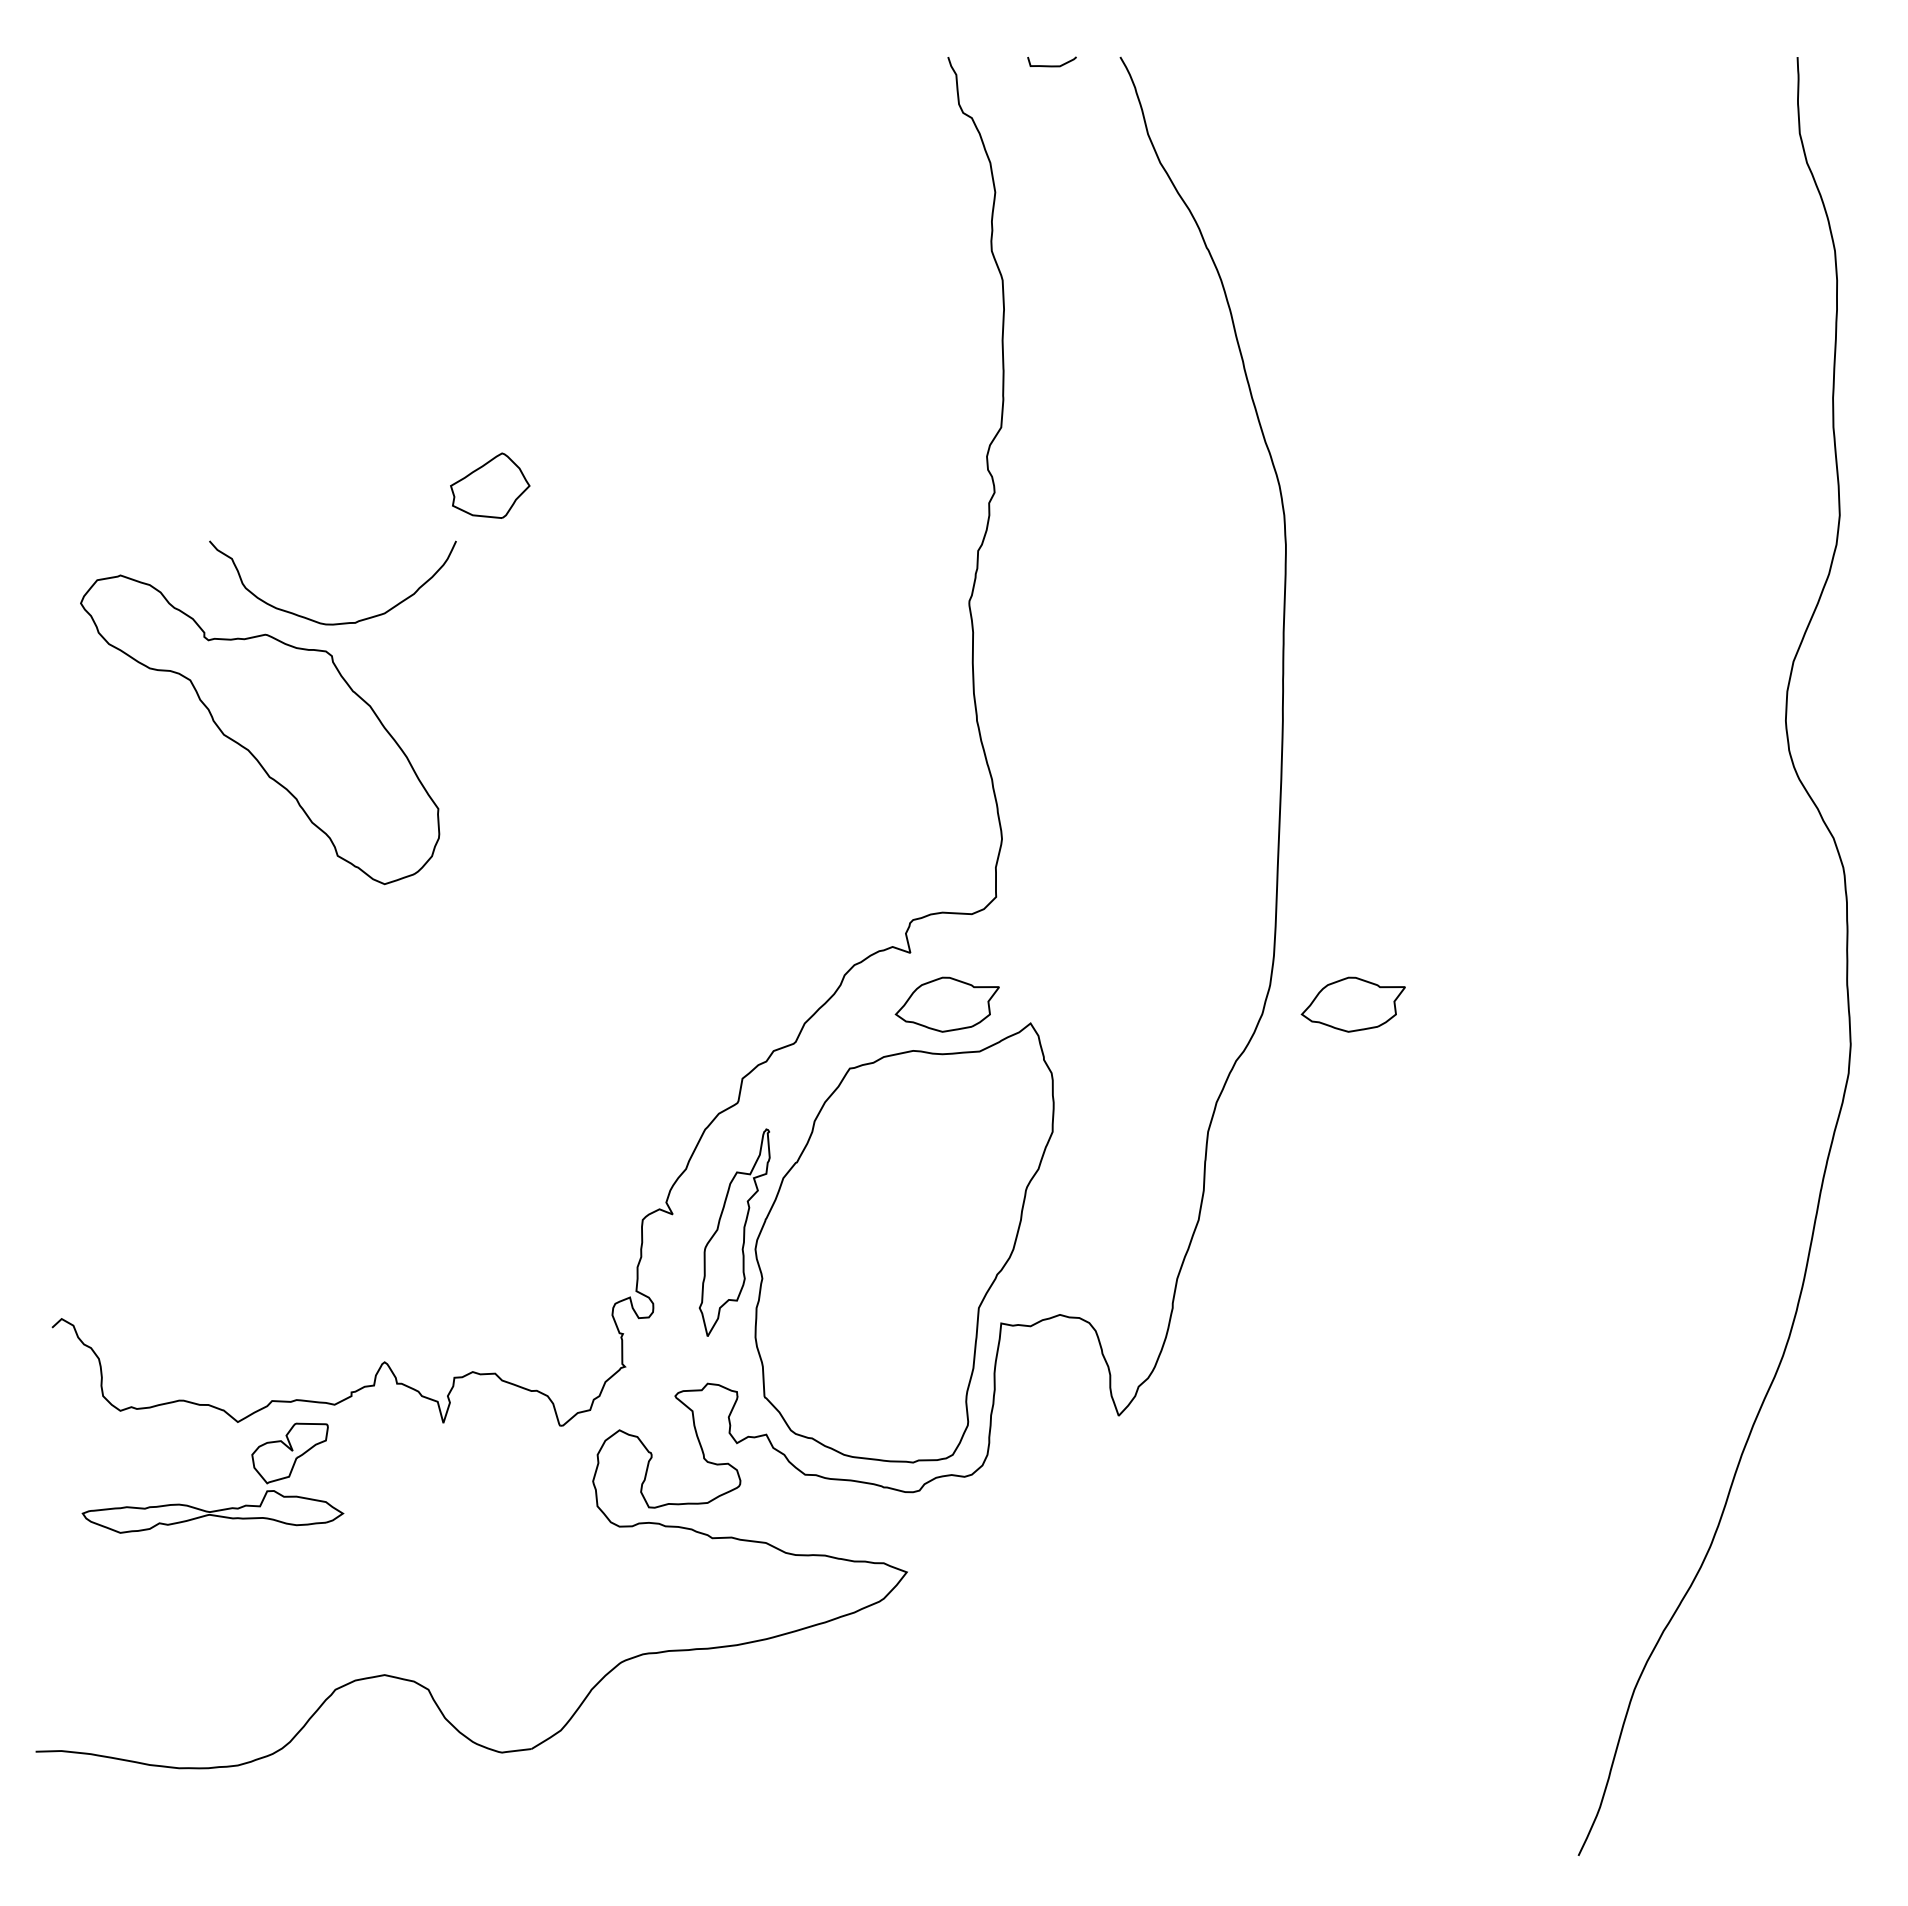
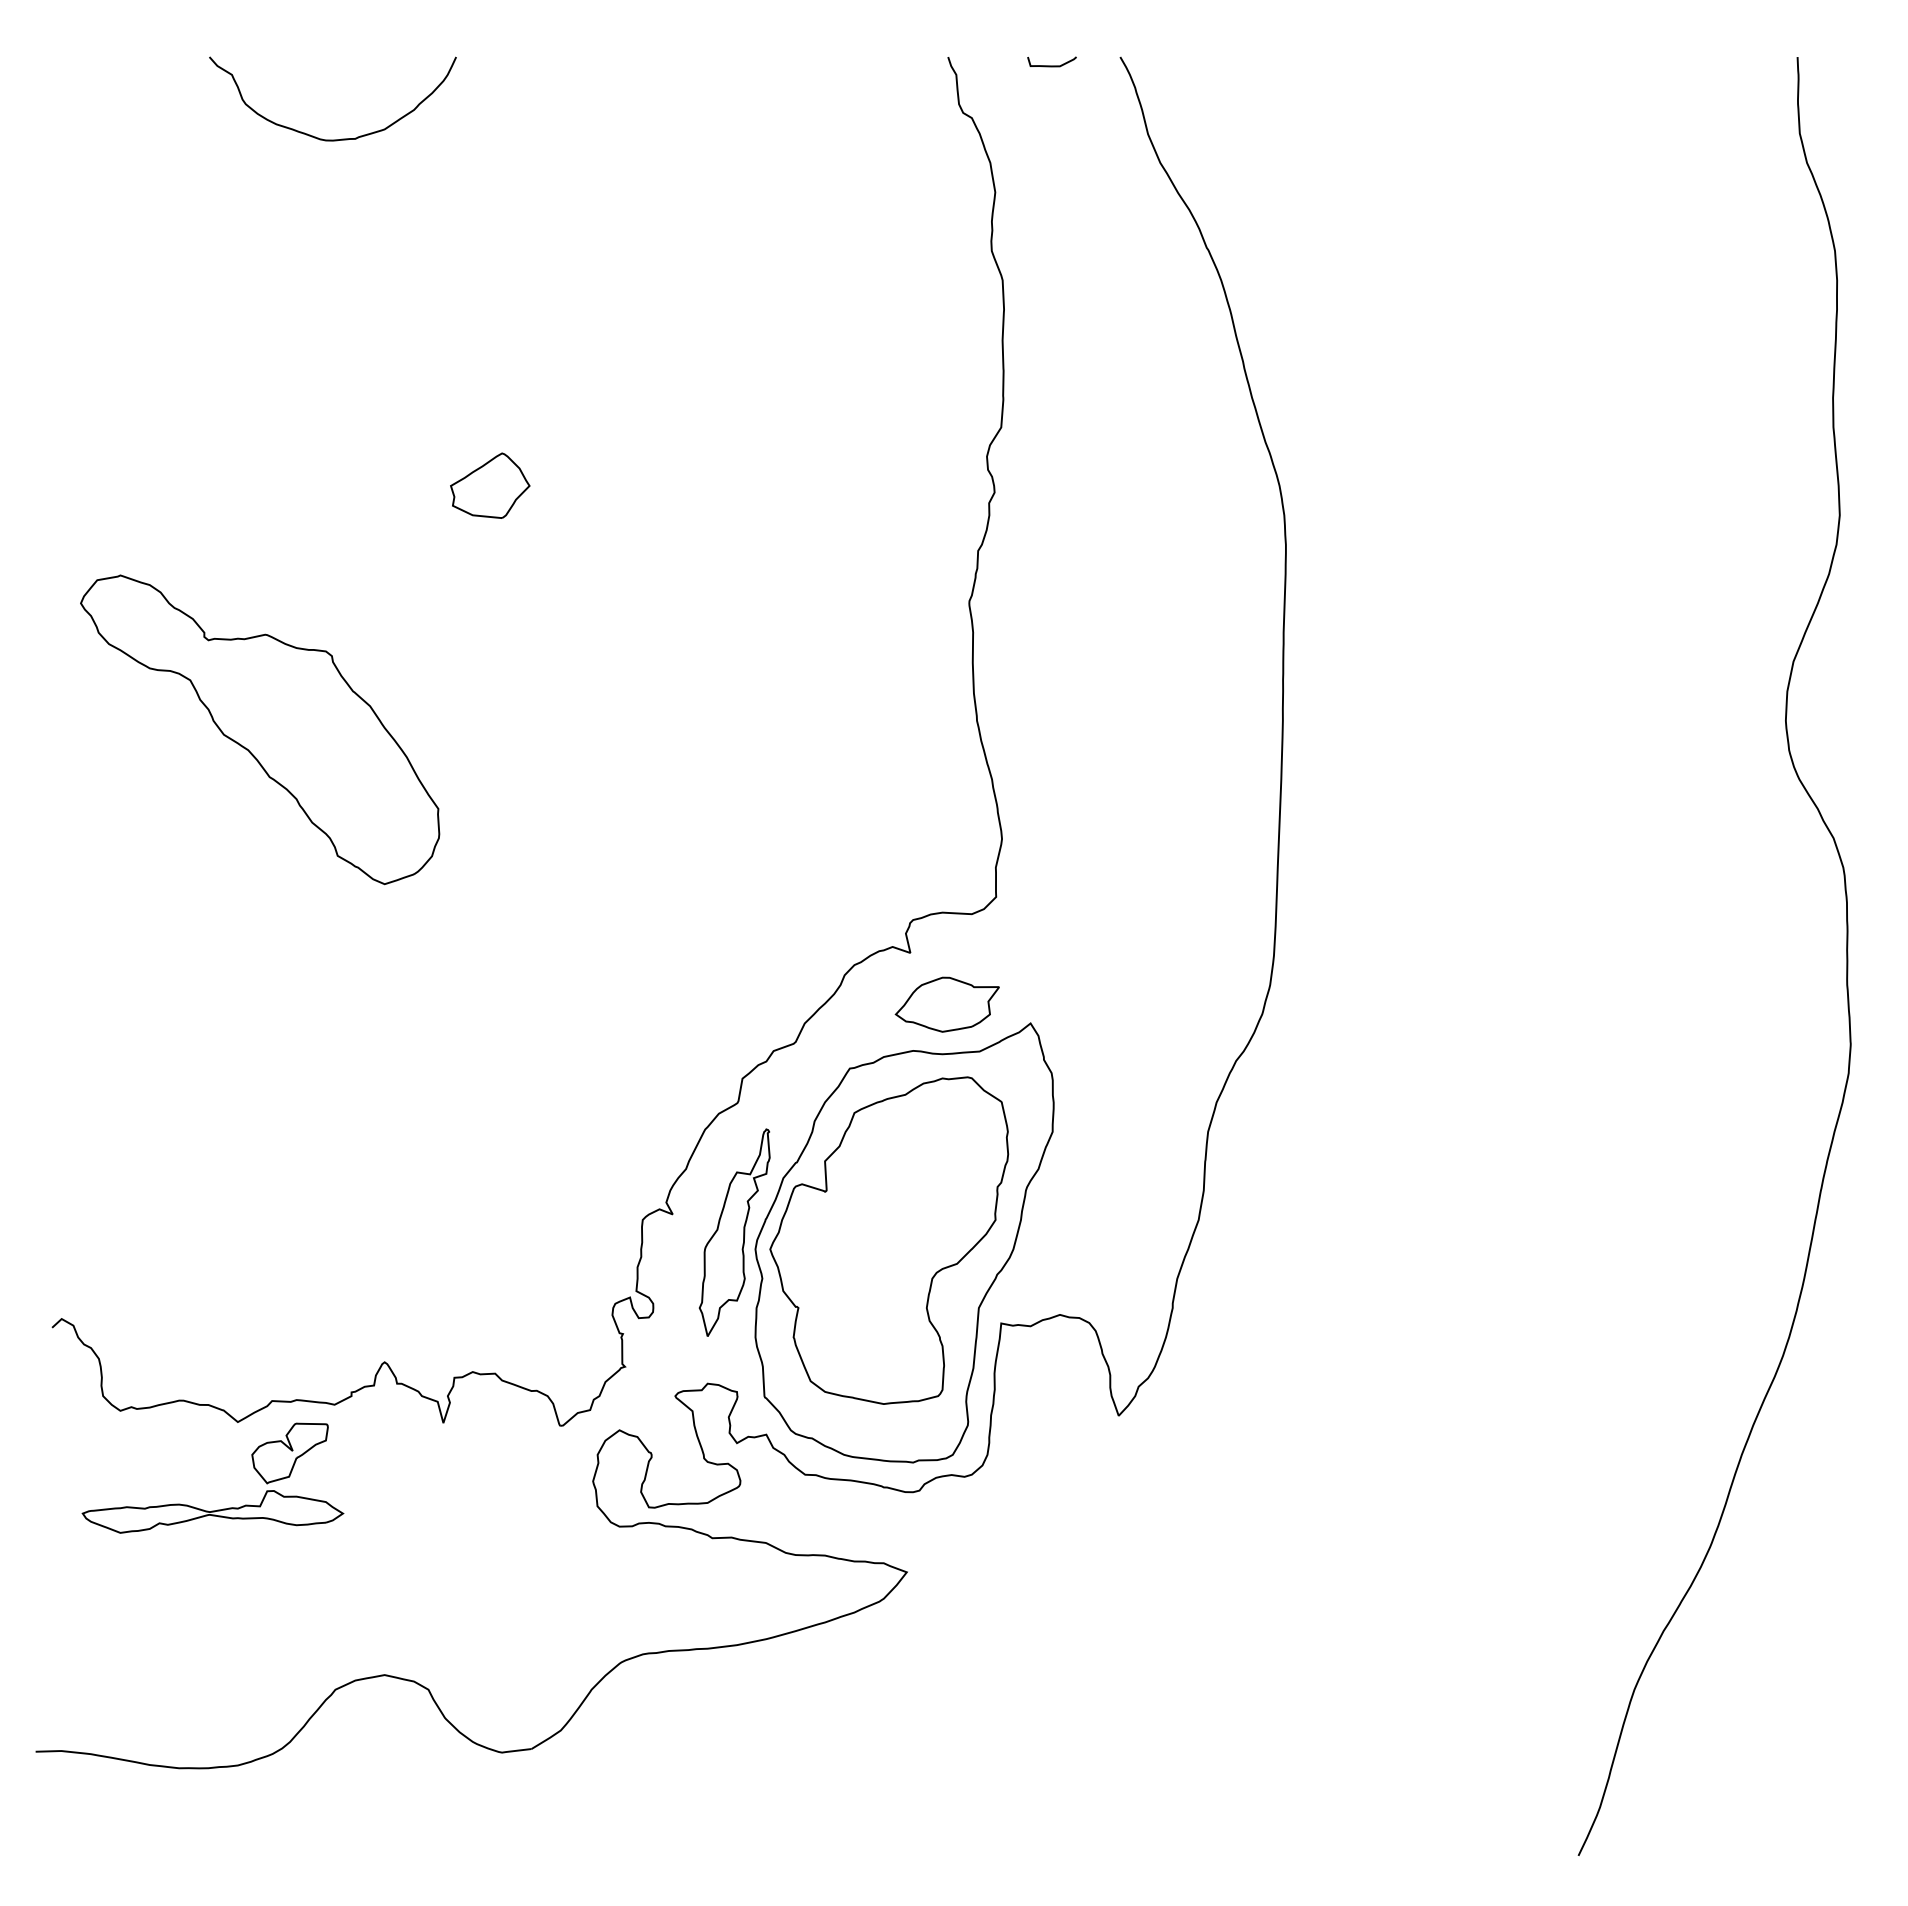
curve at (341, 622) position: (341, 622) -> (341, 138)
part at (1352, 1004): present -> none
part at (889, 1240): none -> present
